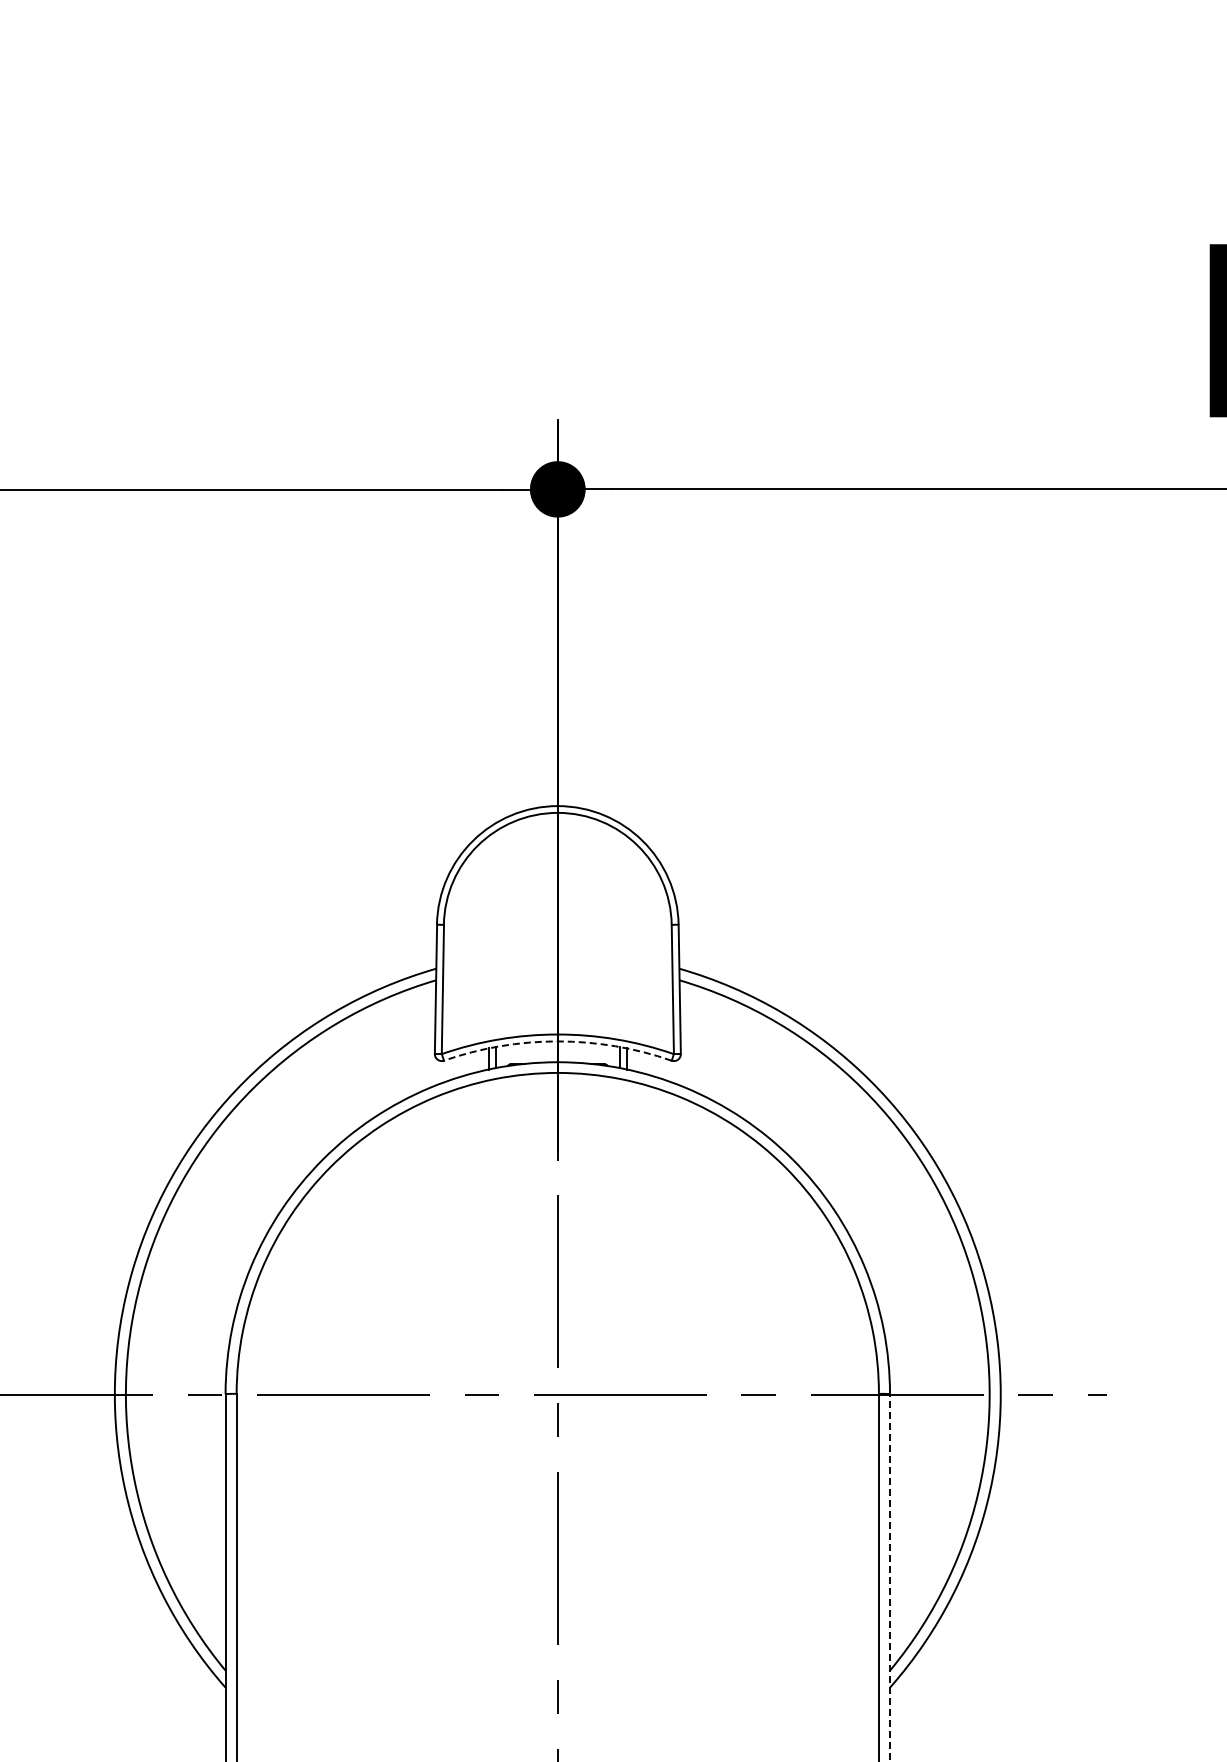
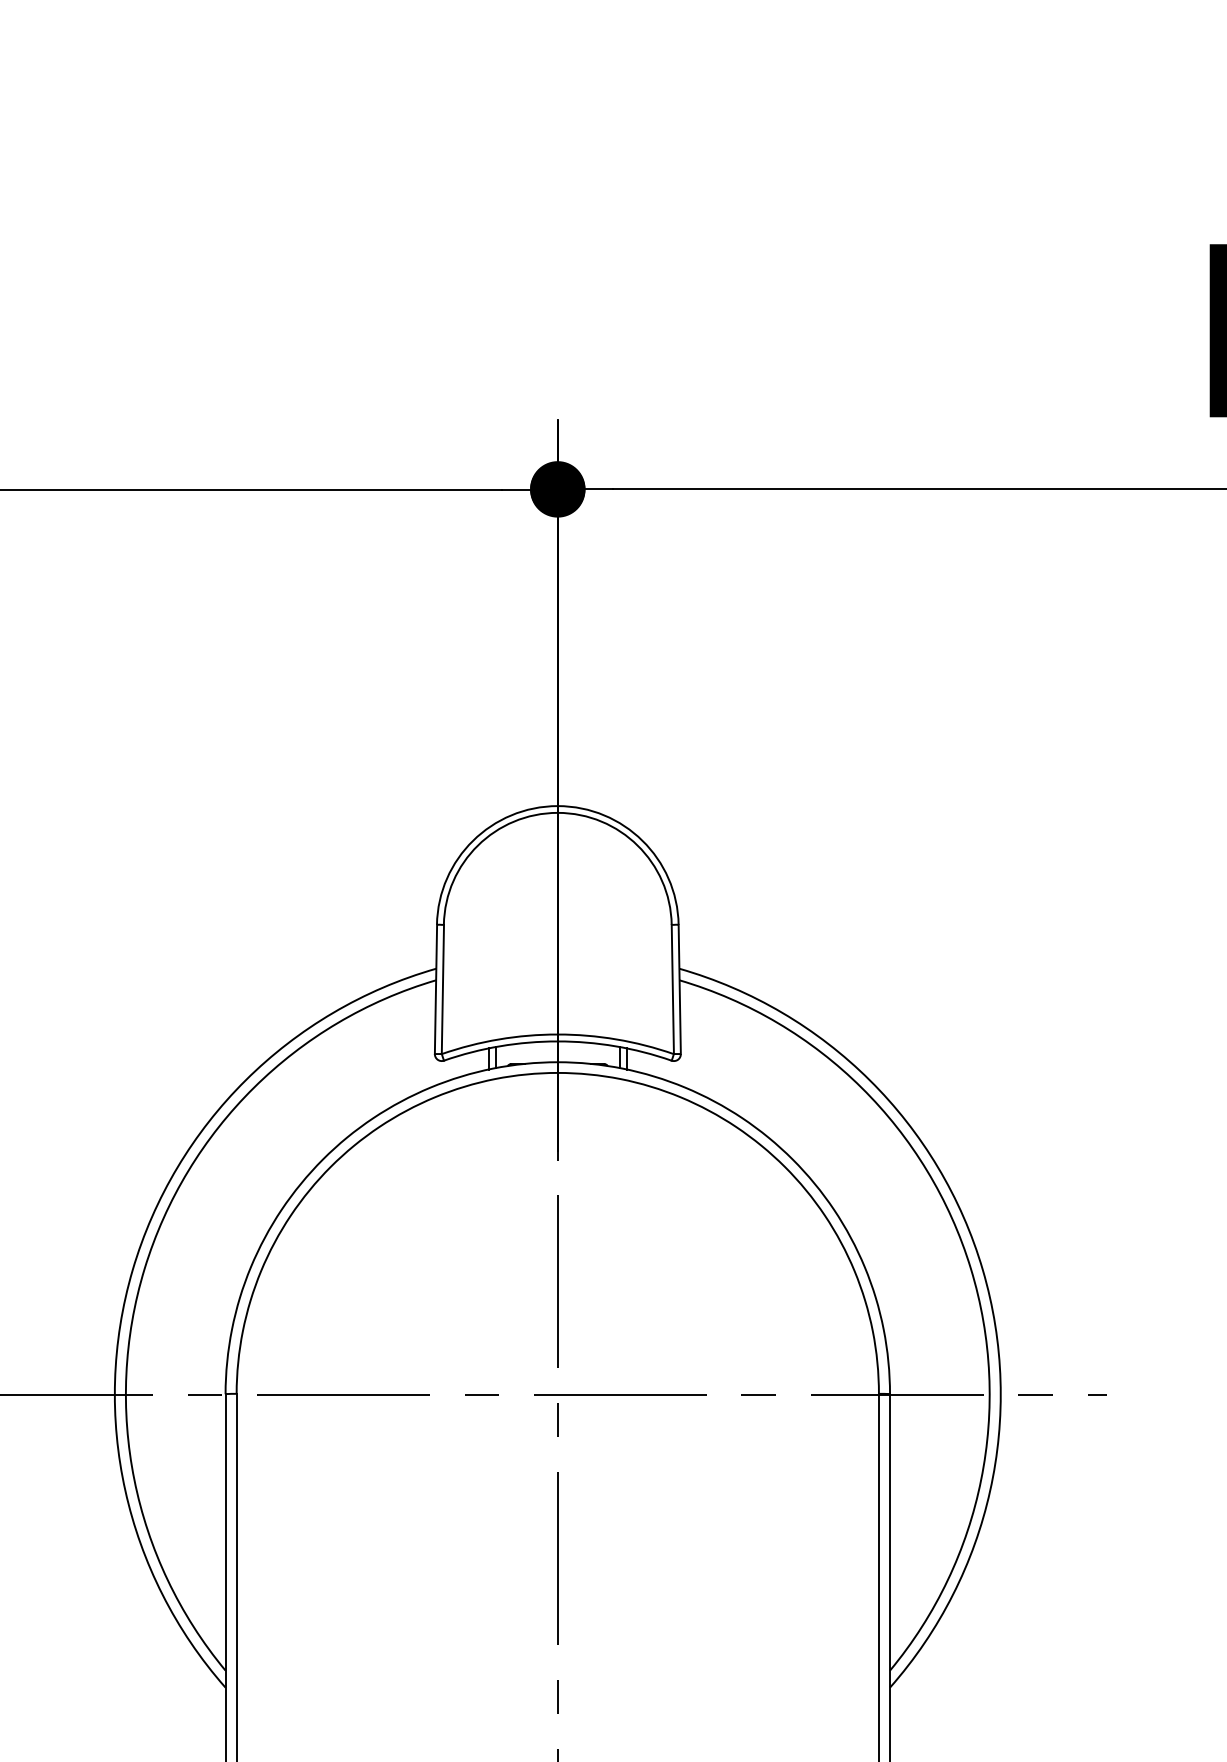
arc at (557, 1041): dashed -> solid
line at (890, 1577): dashed -> solid
